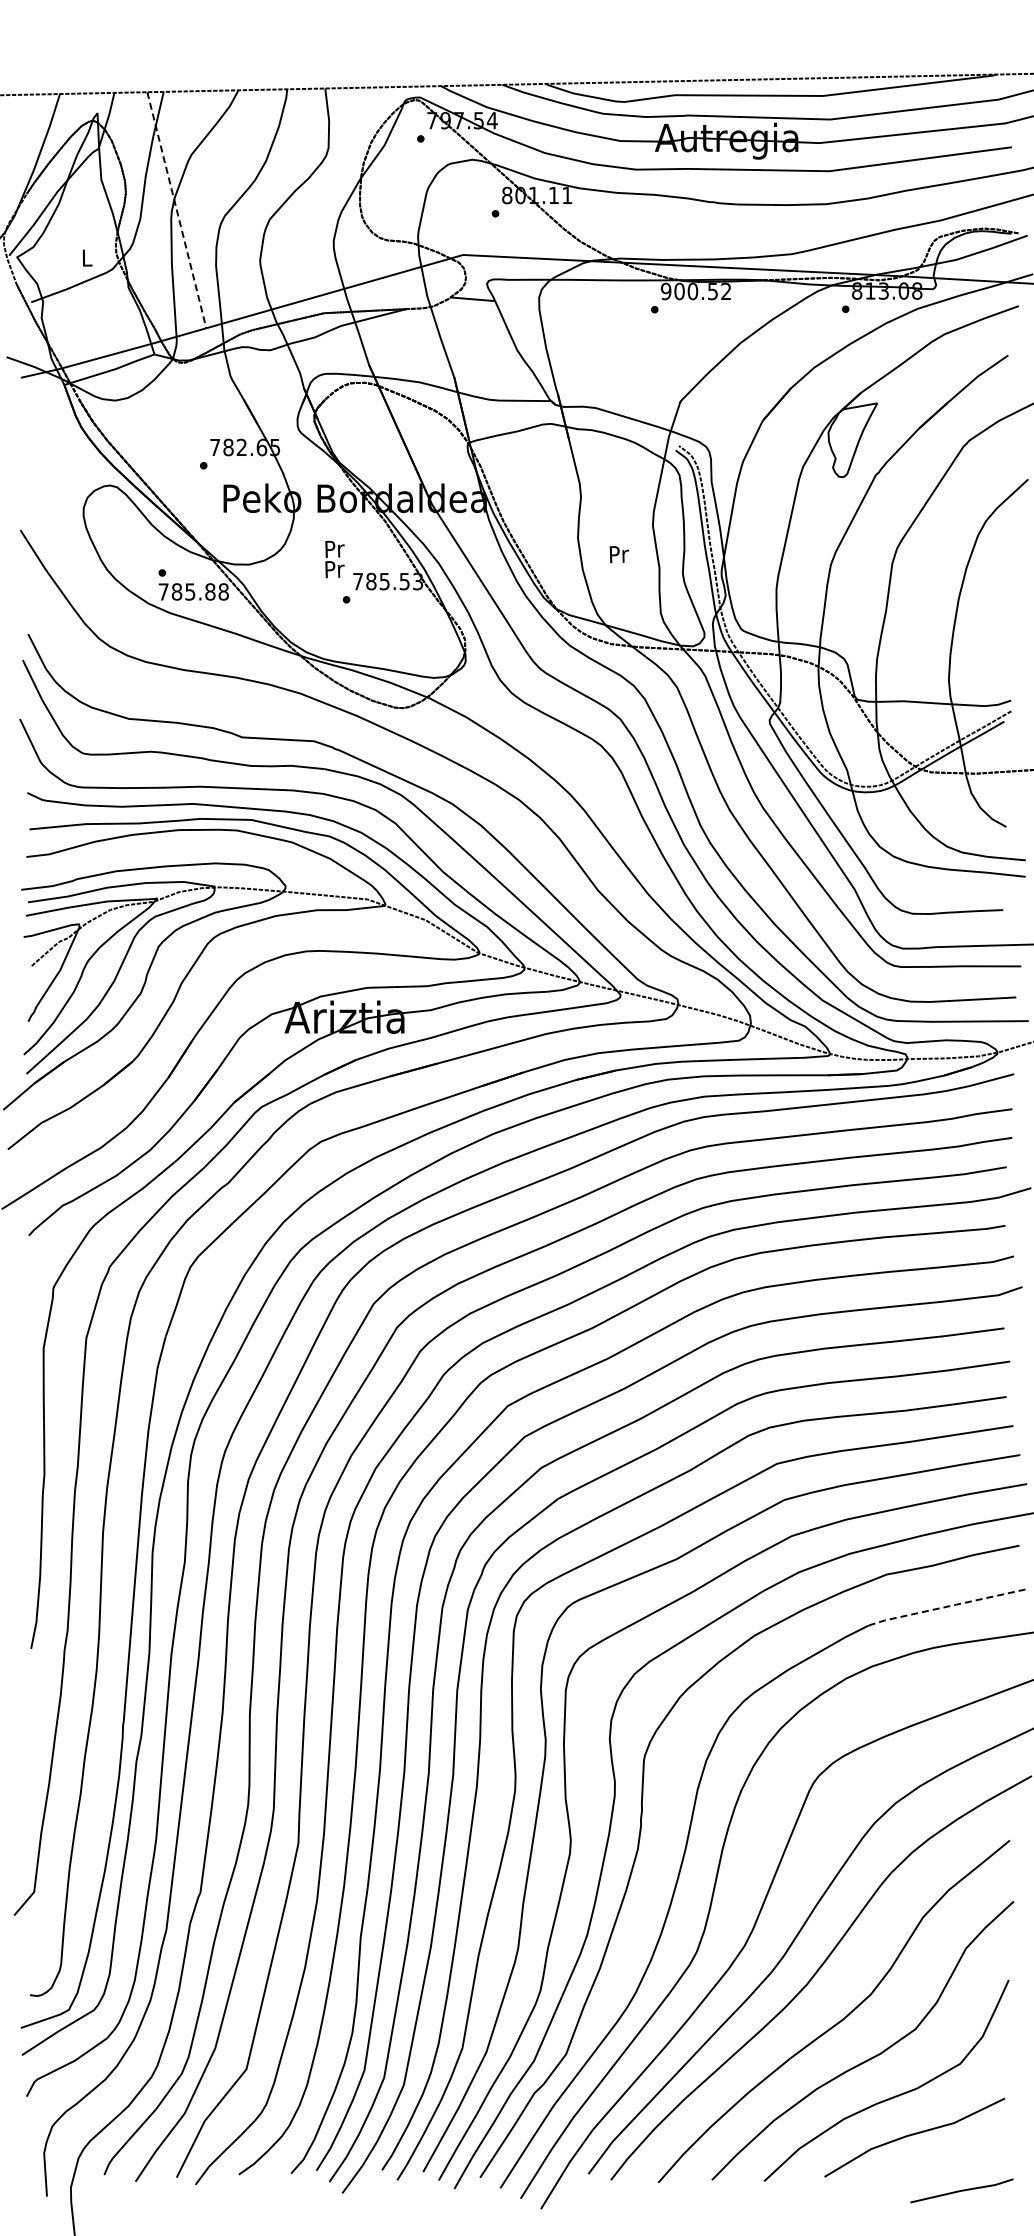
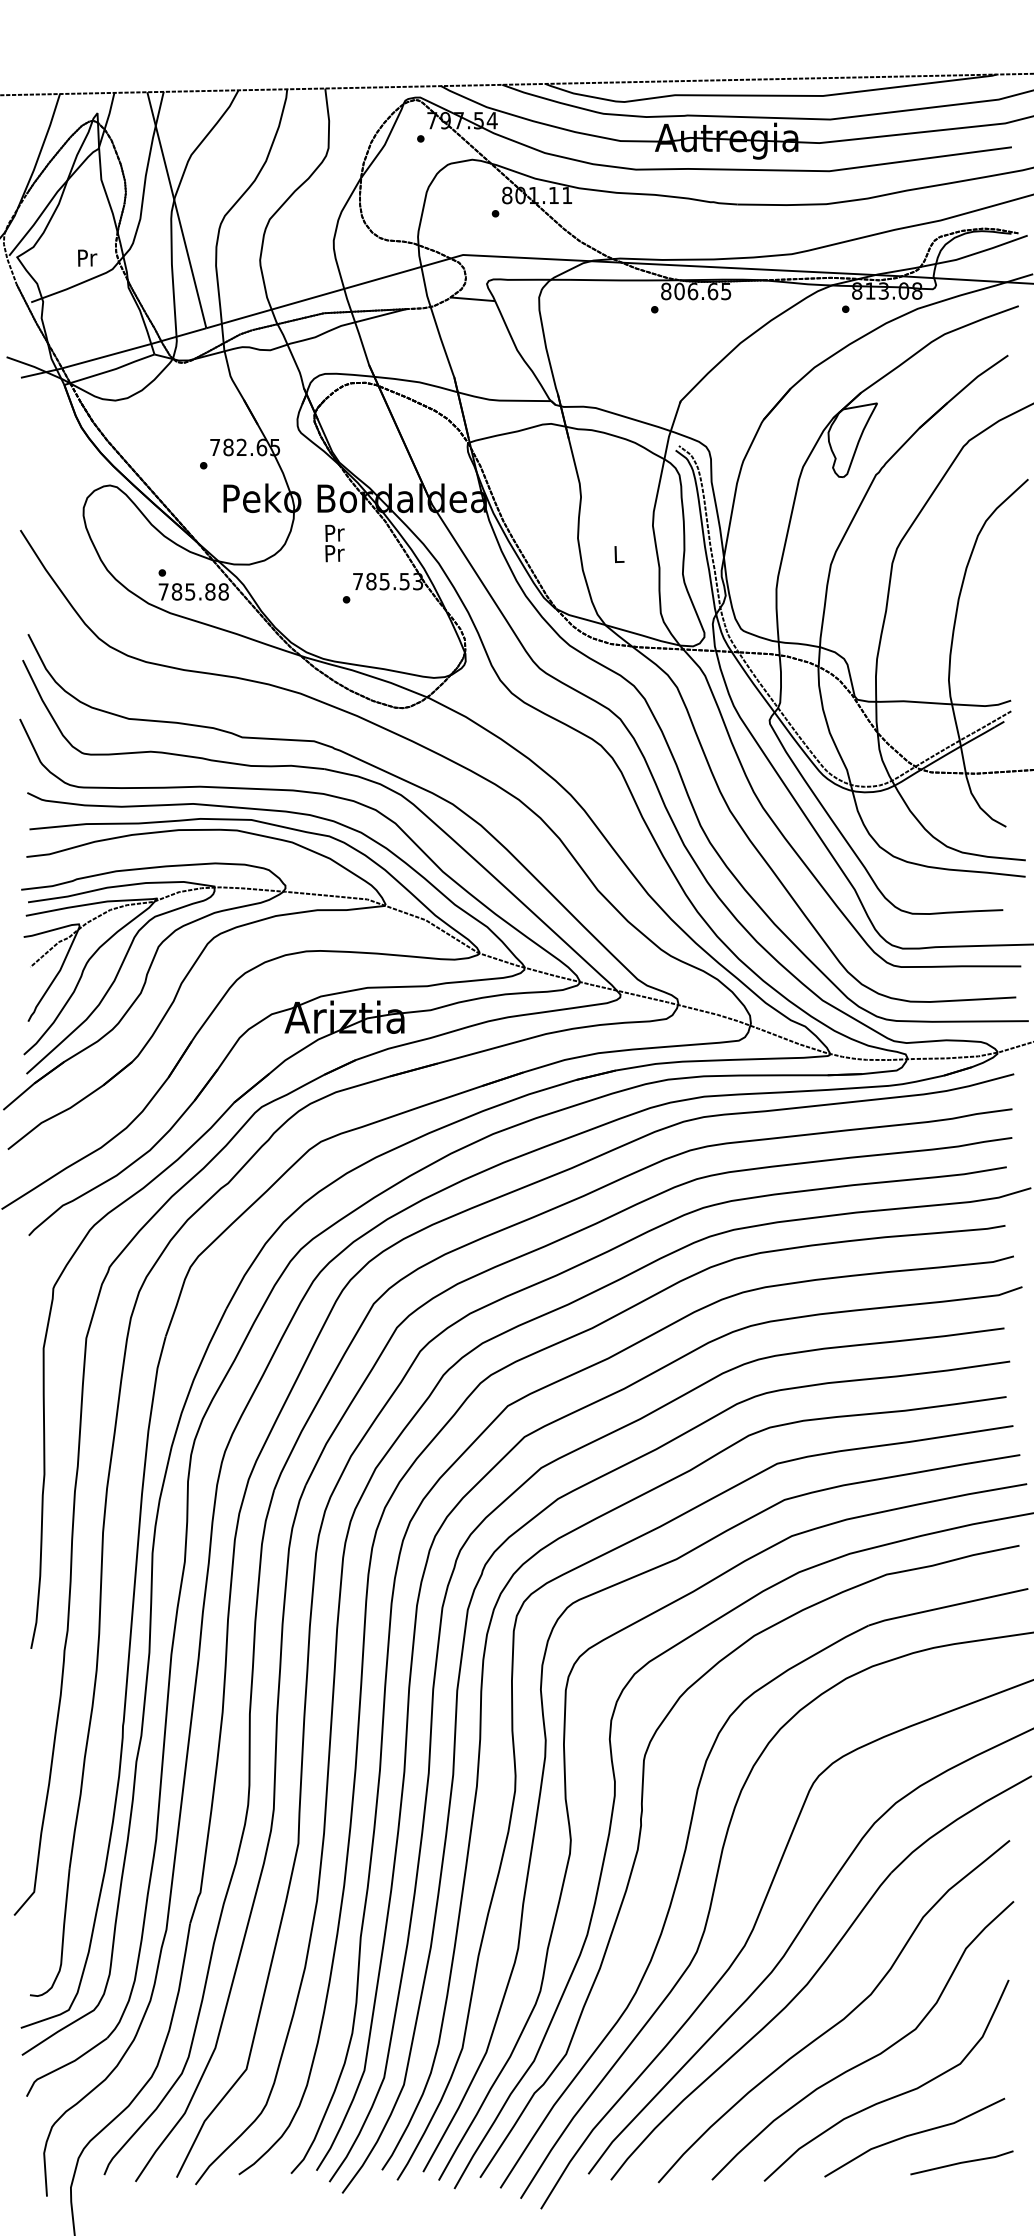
line at (176, 210): dashed -> solid
text at (87, 257): L -> Pr
text at (696, 291): 900.52 -> 806.65
text at (619, 554): Pr -> L
text at (334, 559) position: (334, 559) -> (334, 543)
line at (948, 1606): dashed -> solid
line at (961, 2190) position: (961, 2190) -> (961, 2162)
